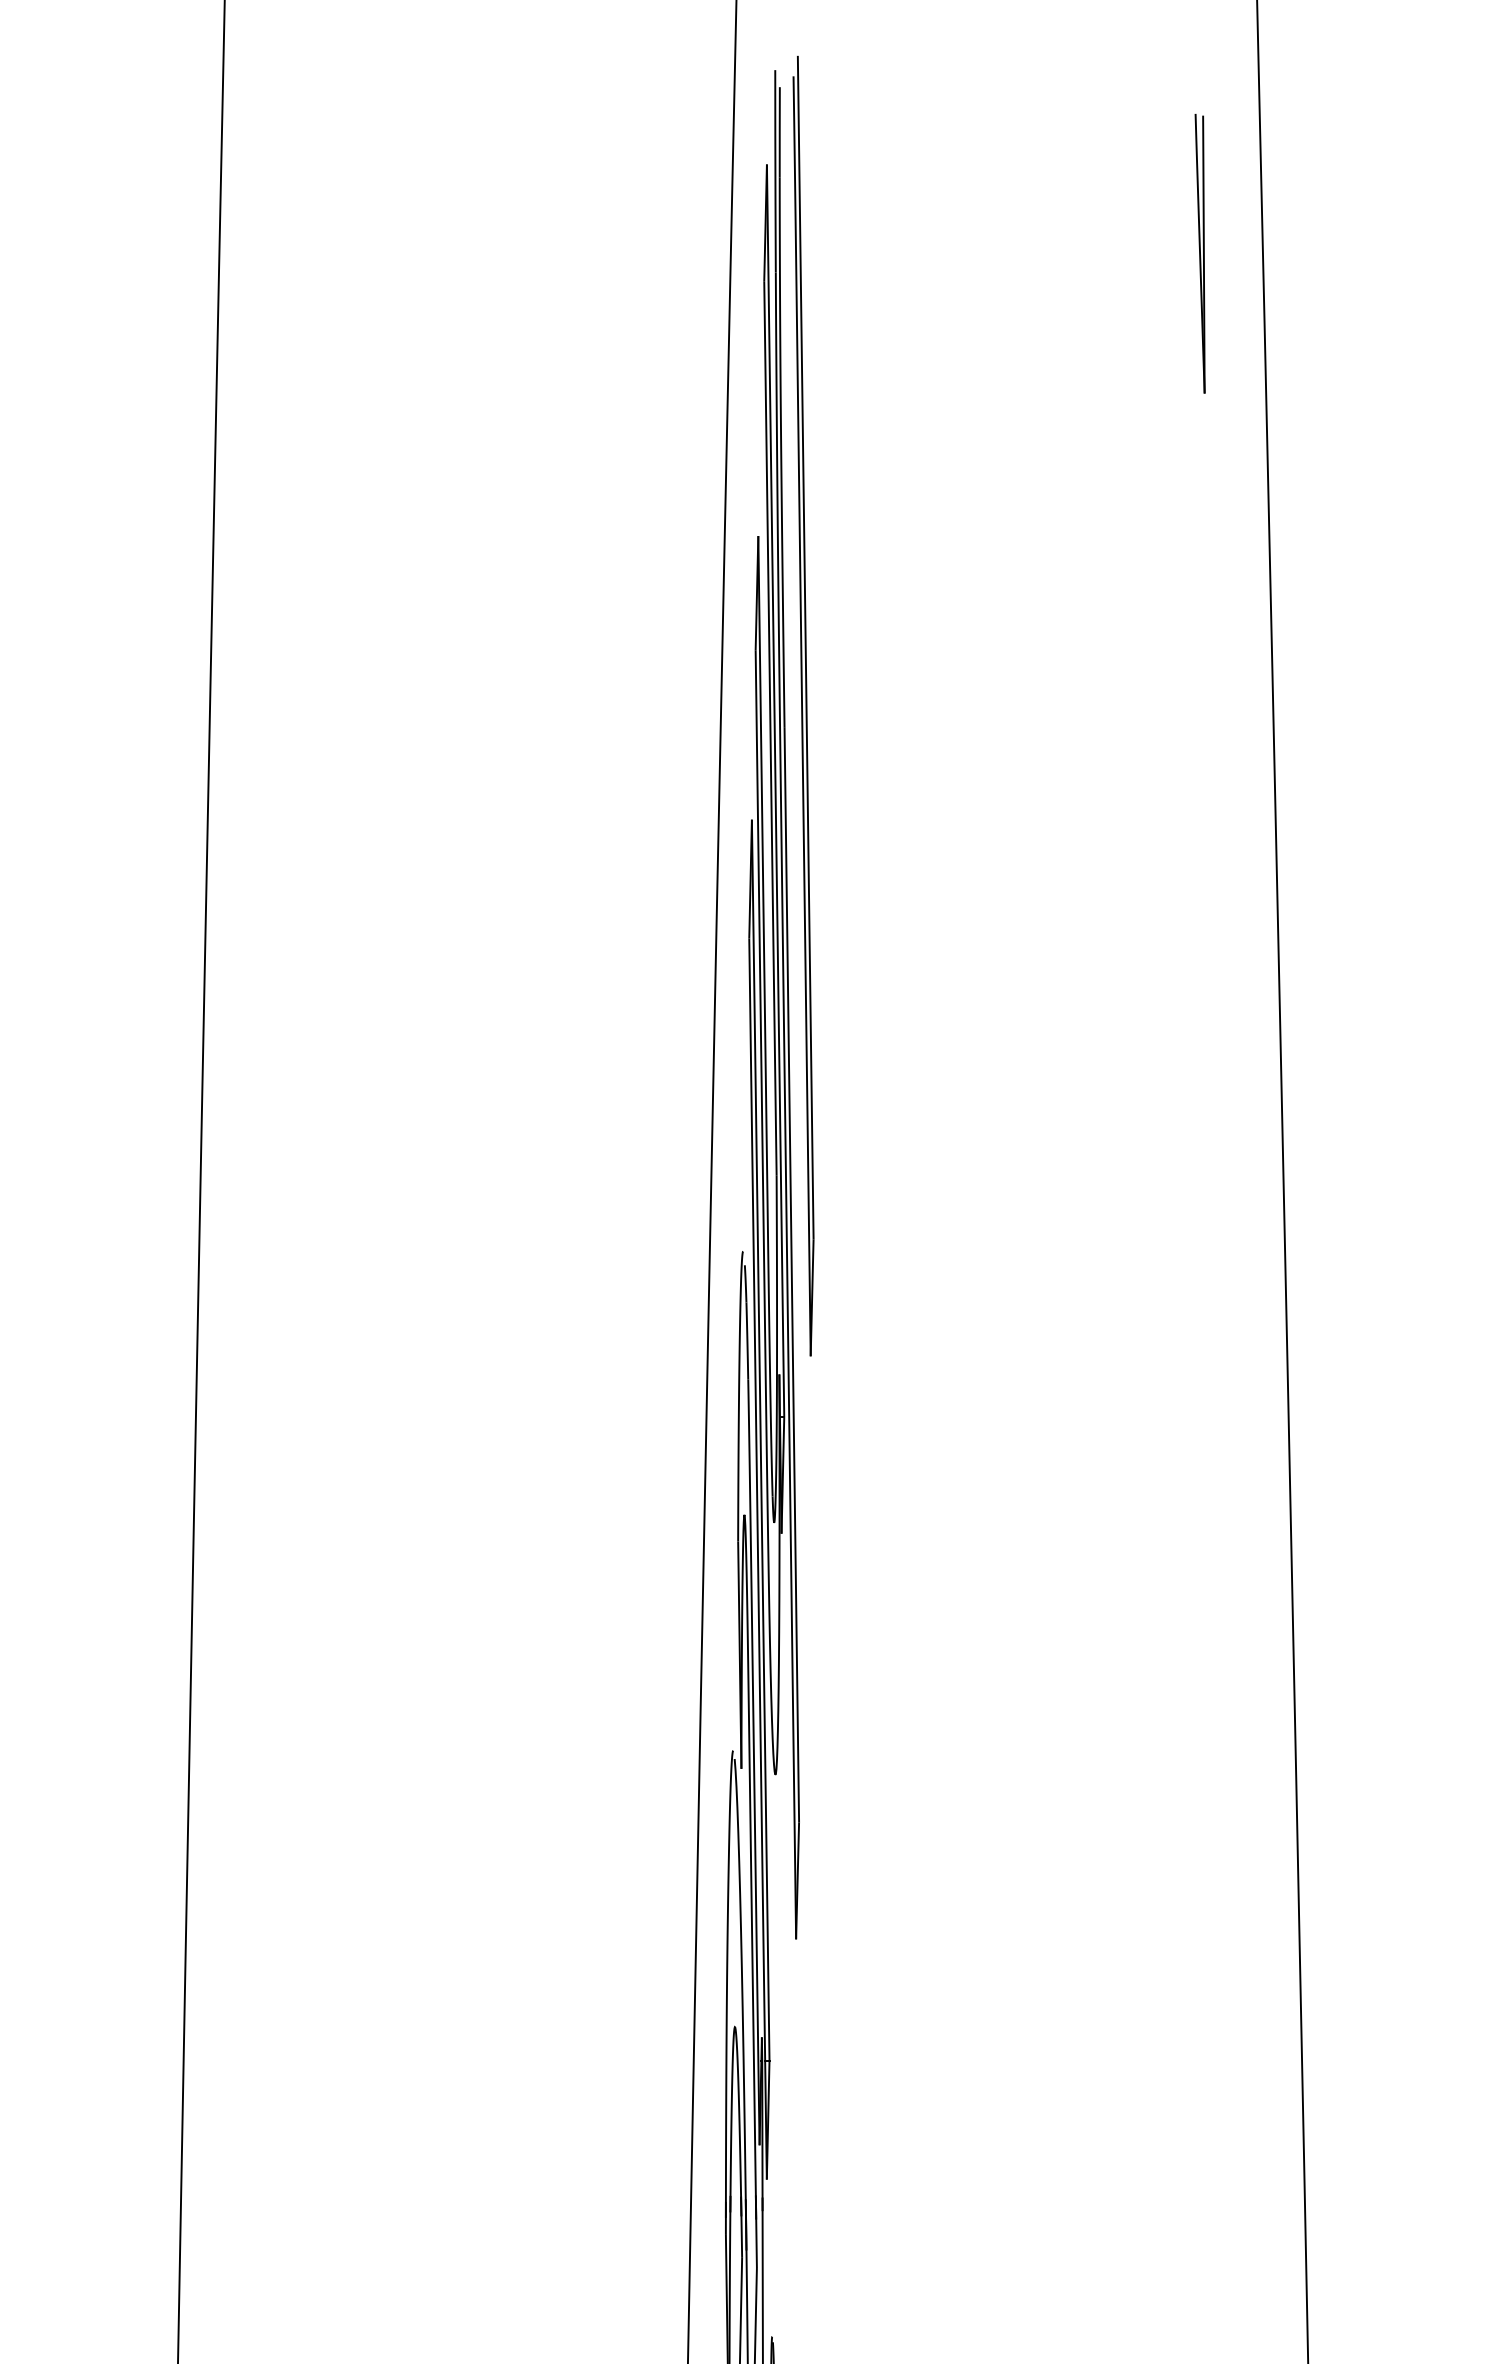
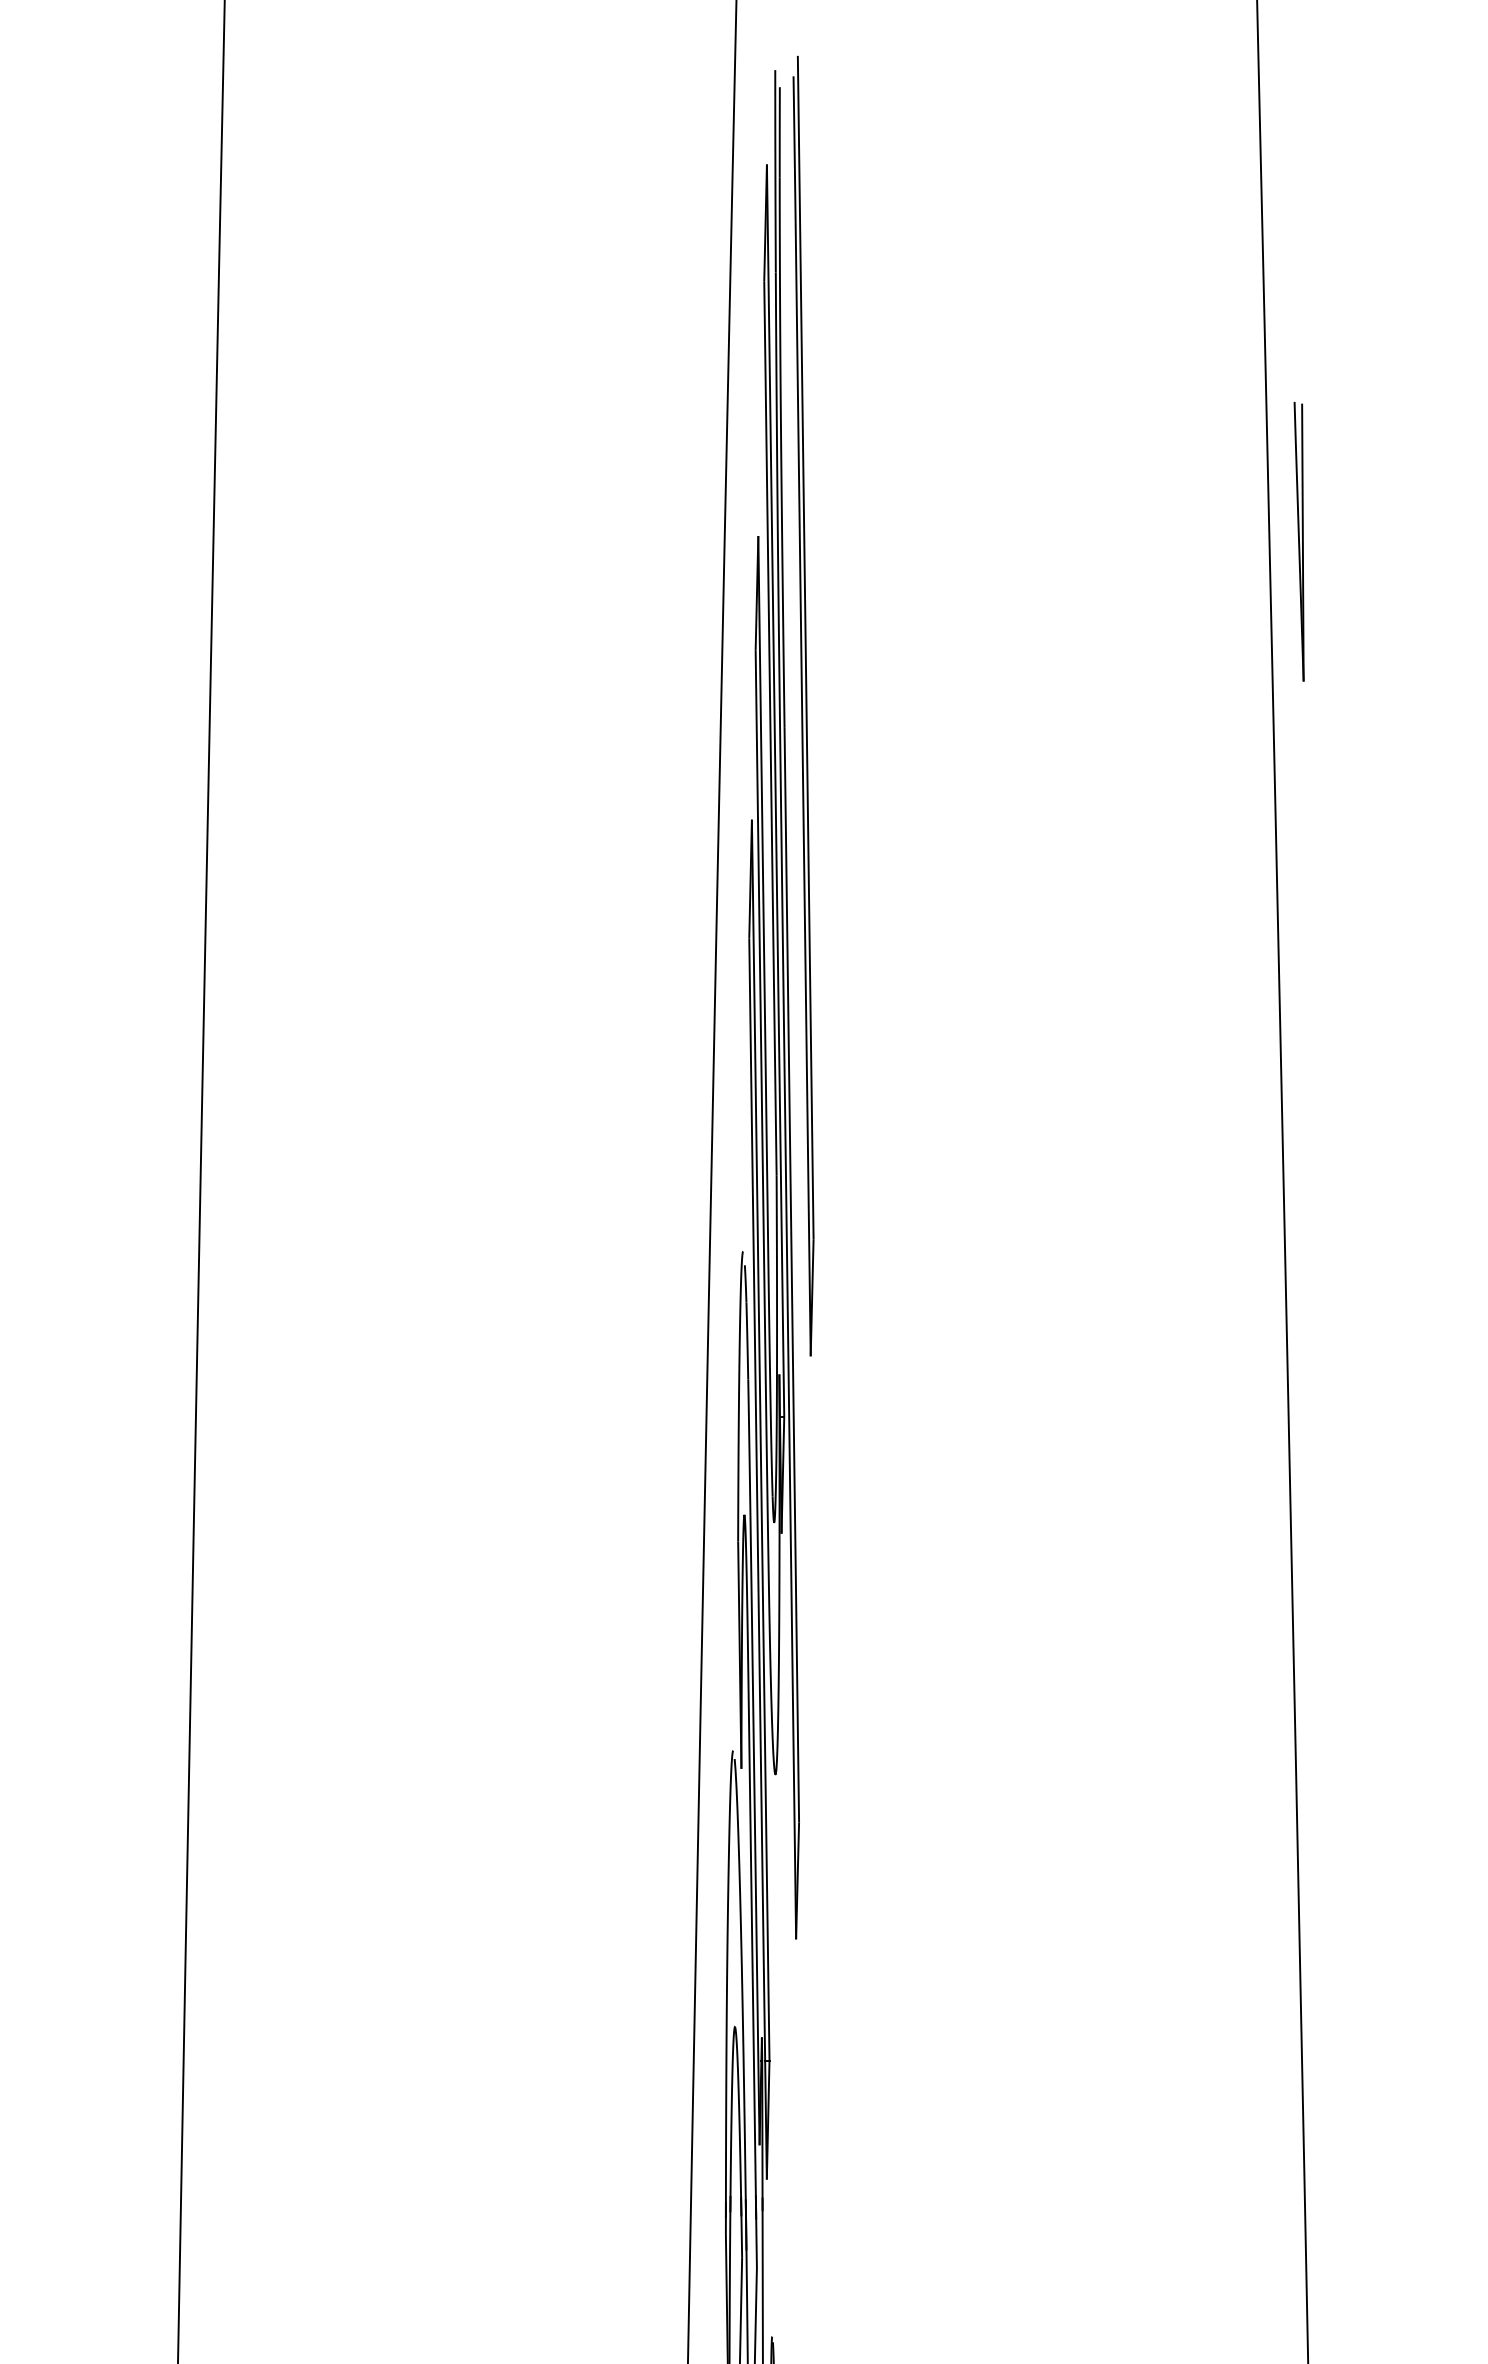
part at (1199, 253) position: (1199, 253) -> (1298, 541)
